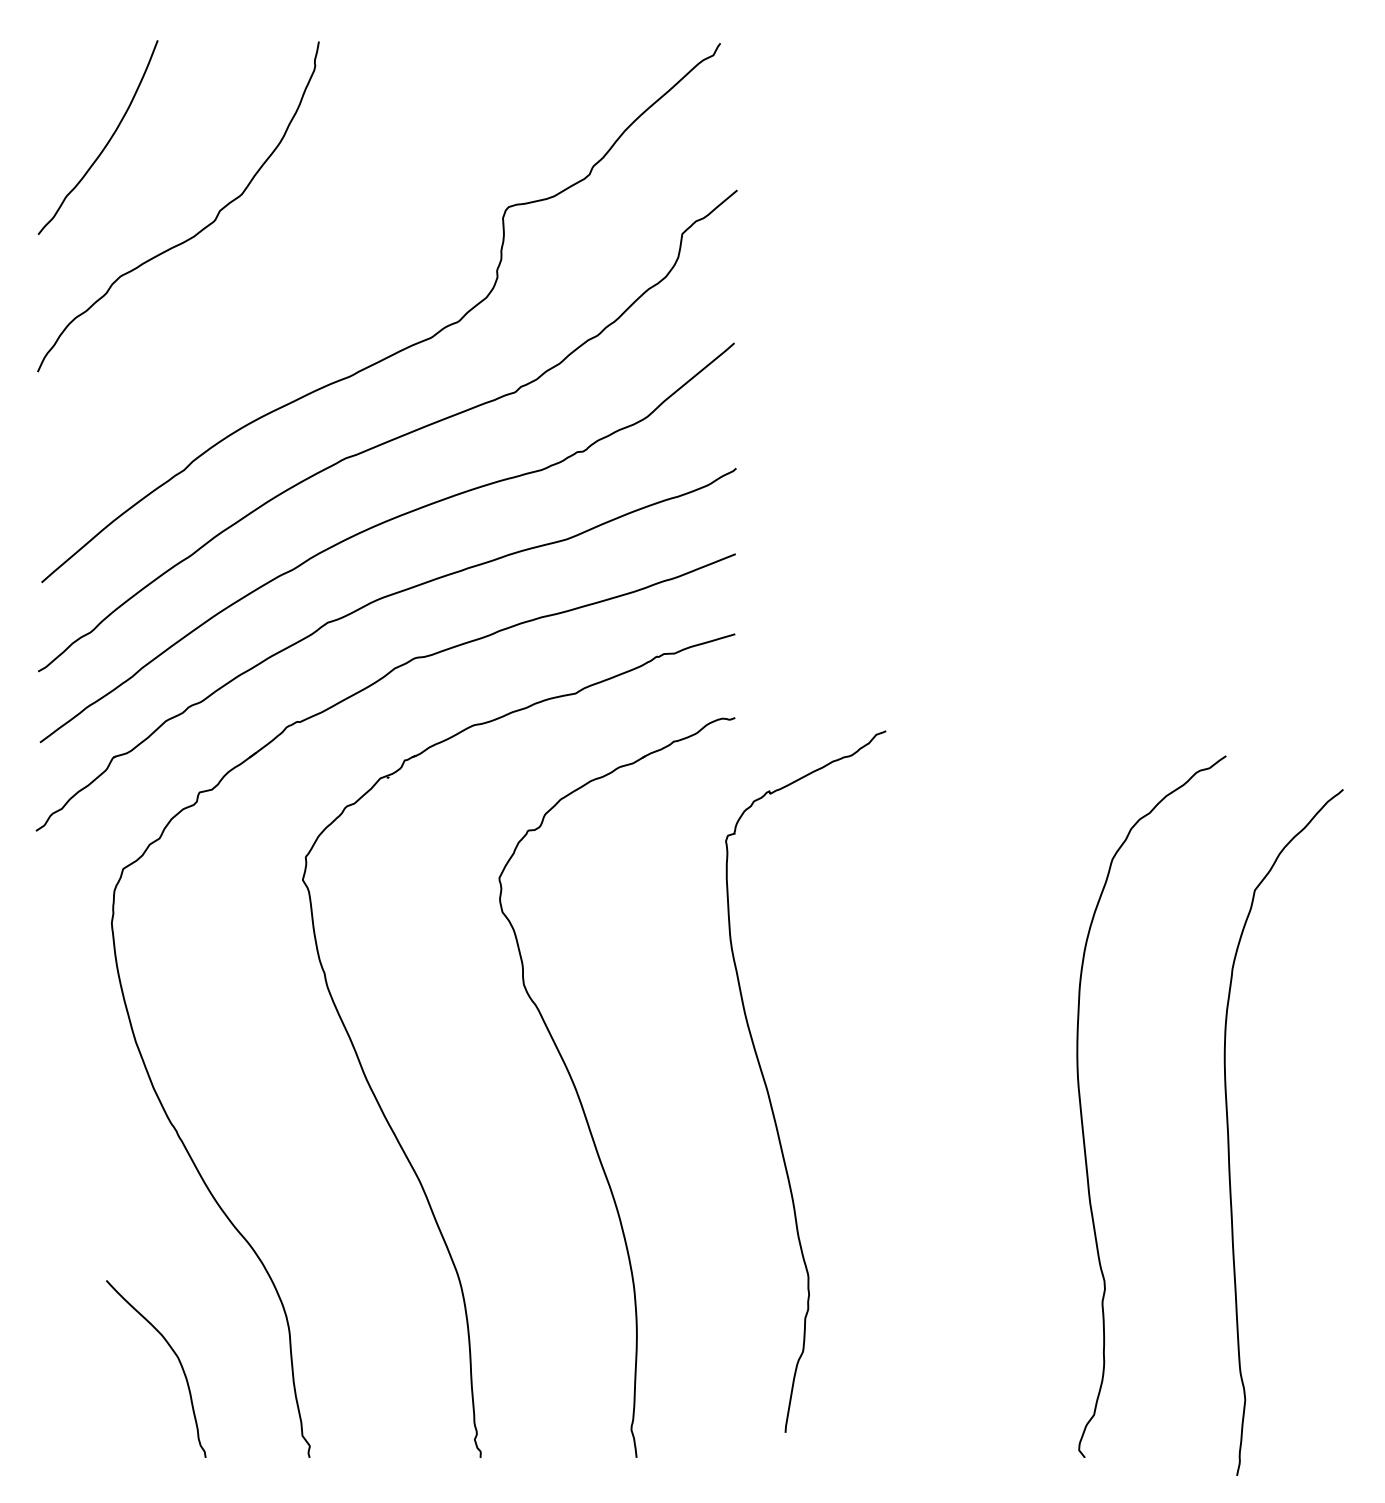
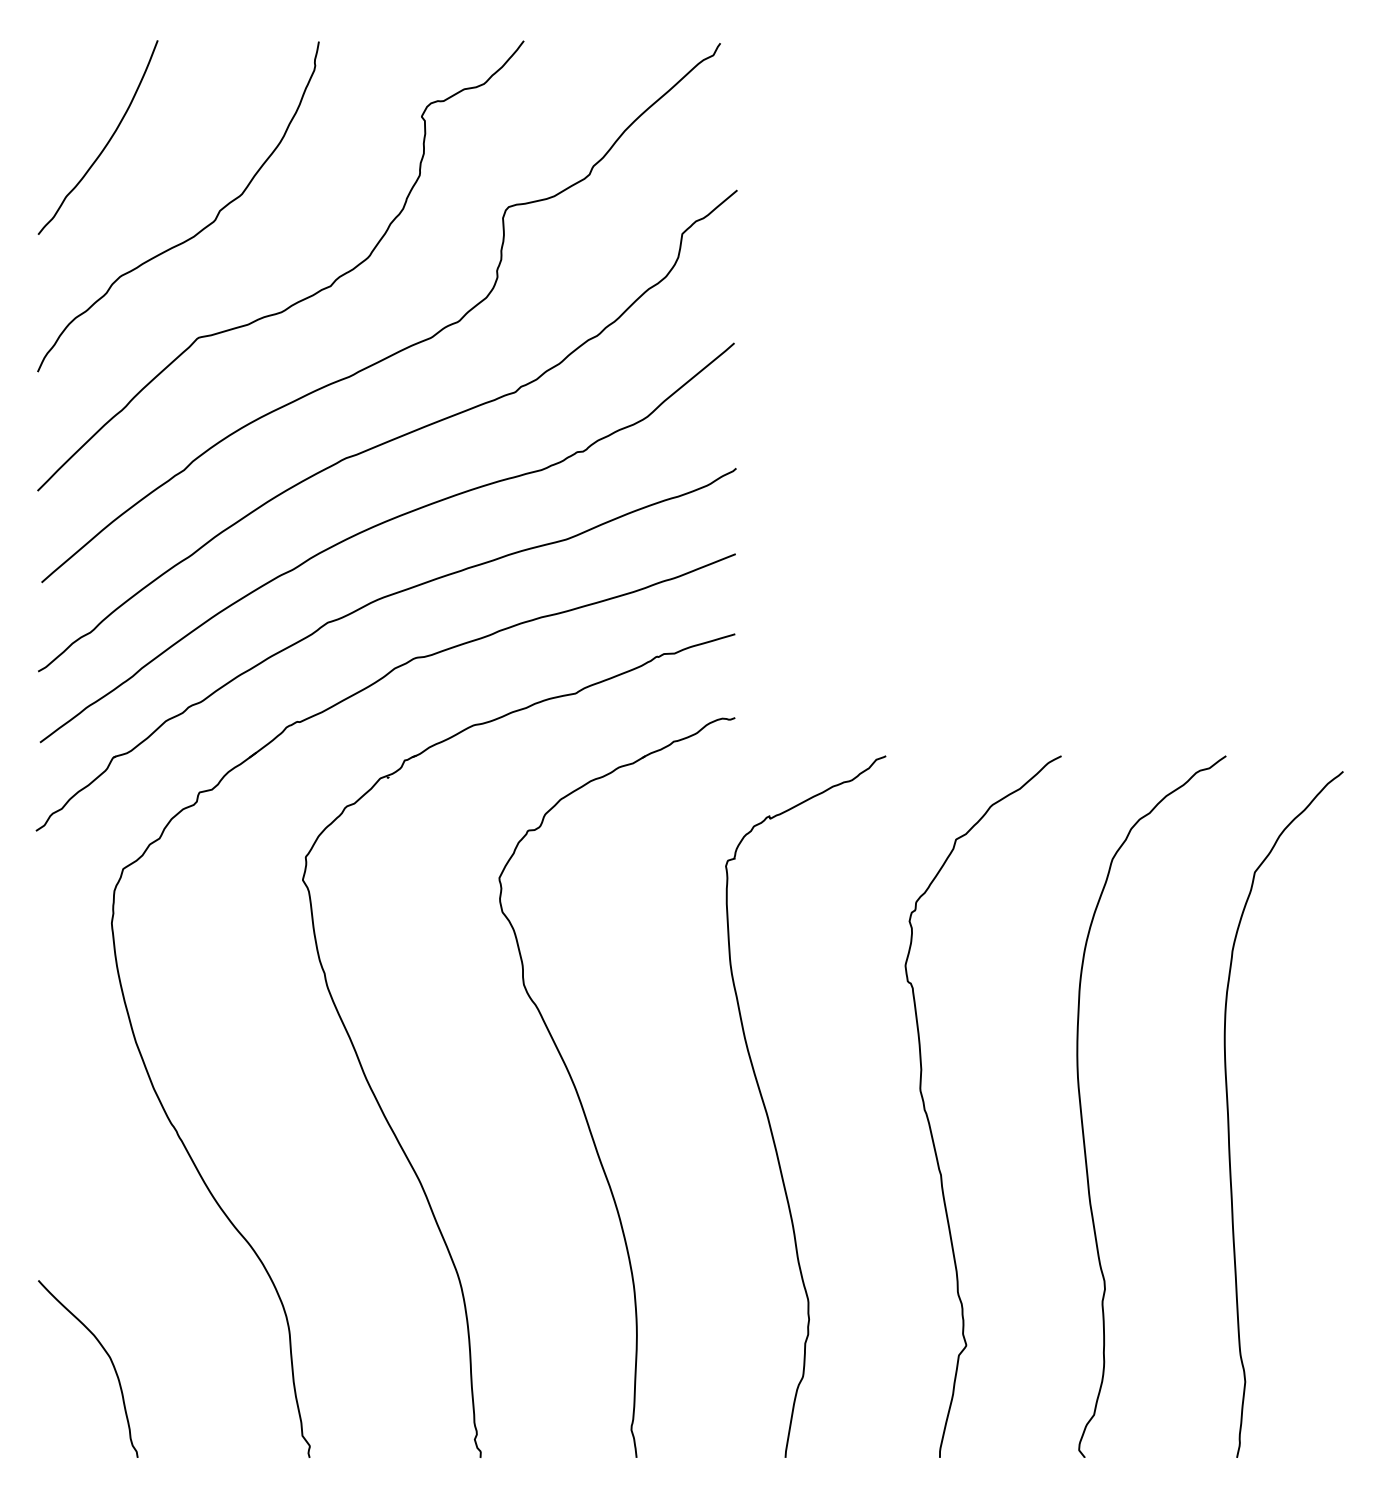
curve at (297, 301): none -> present
curve at (769, 1093) position: (769, 1093) -> (769, 1118)
curve at (929, 1120): none -> present
curve at (1229, 1136) position: (1229, 1136) -> (1229, 1118)
curve at (174, 1354) position: (174, 1354) -> (106, 1354)
